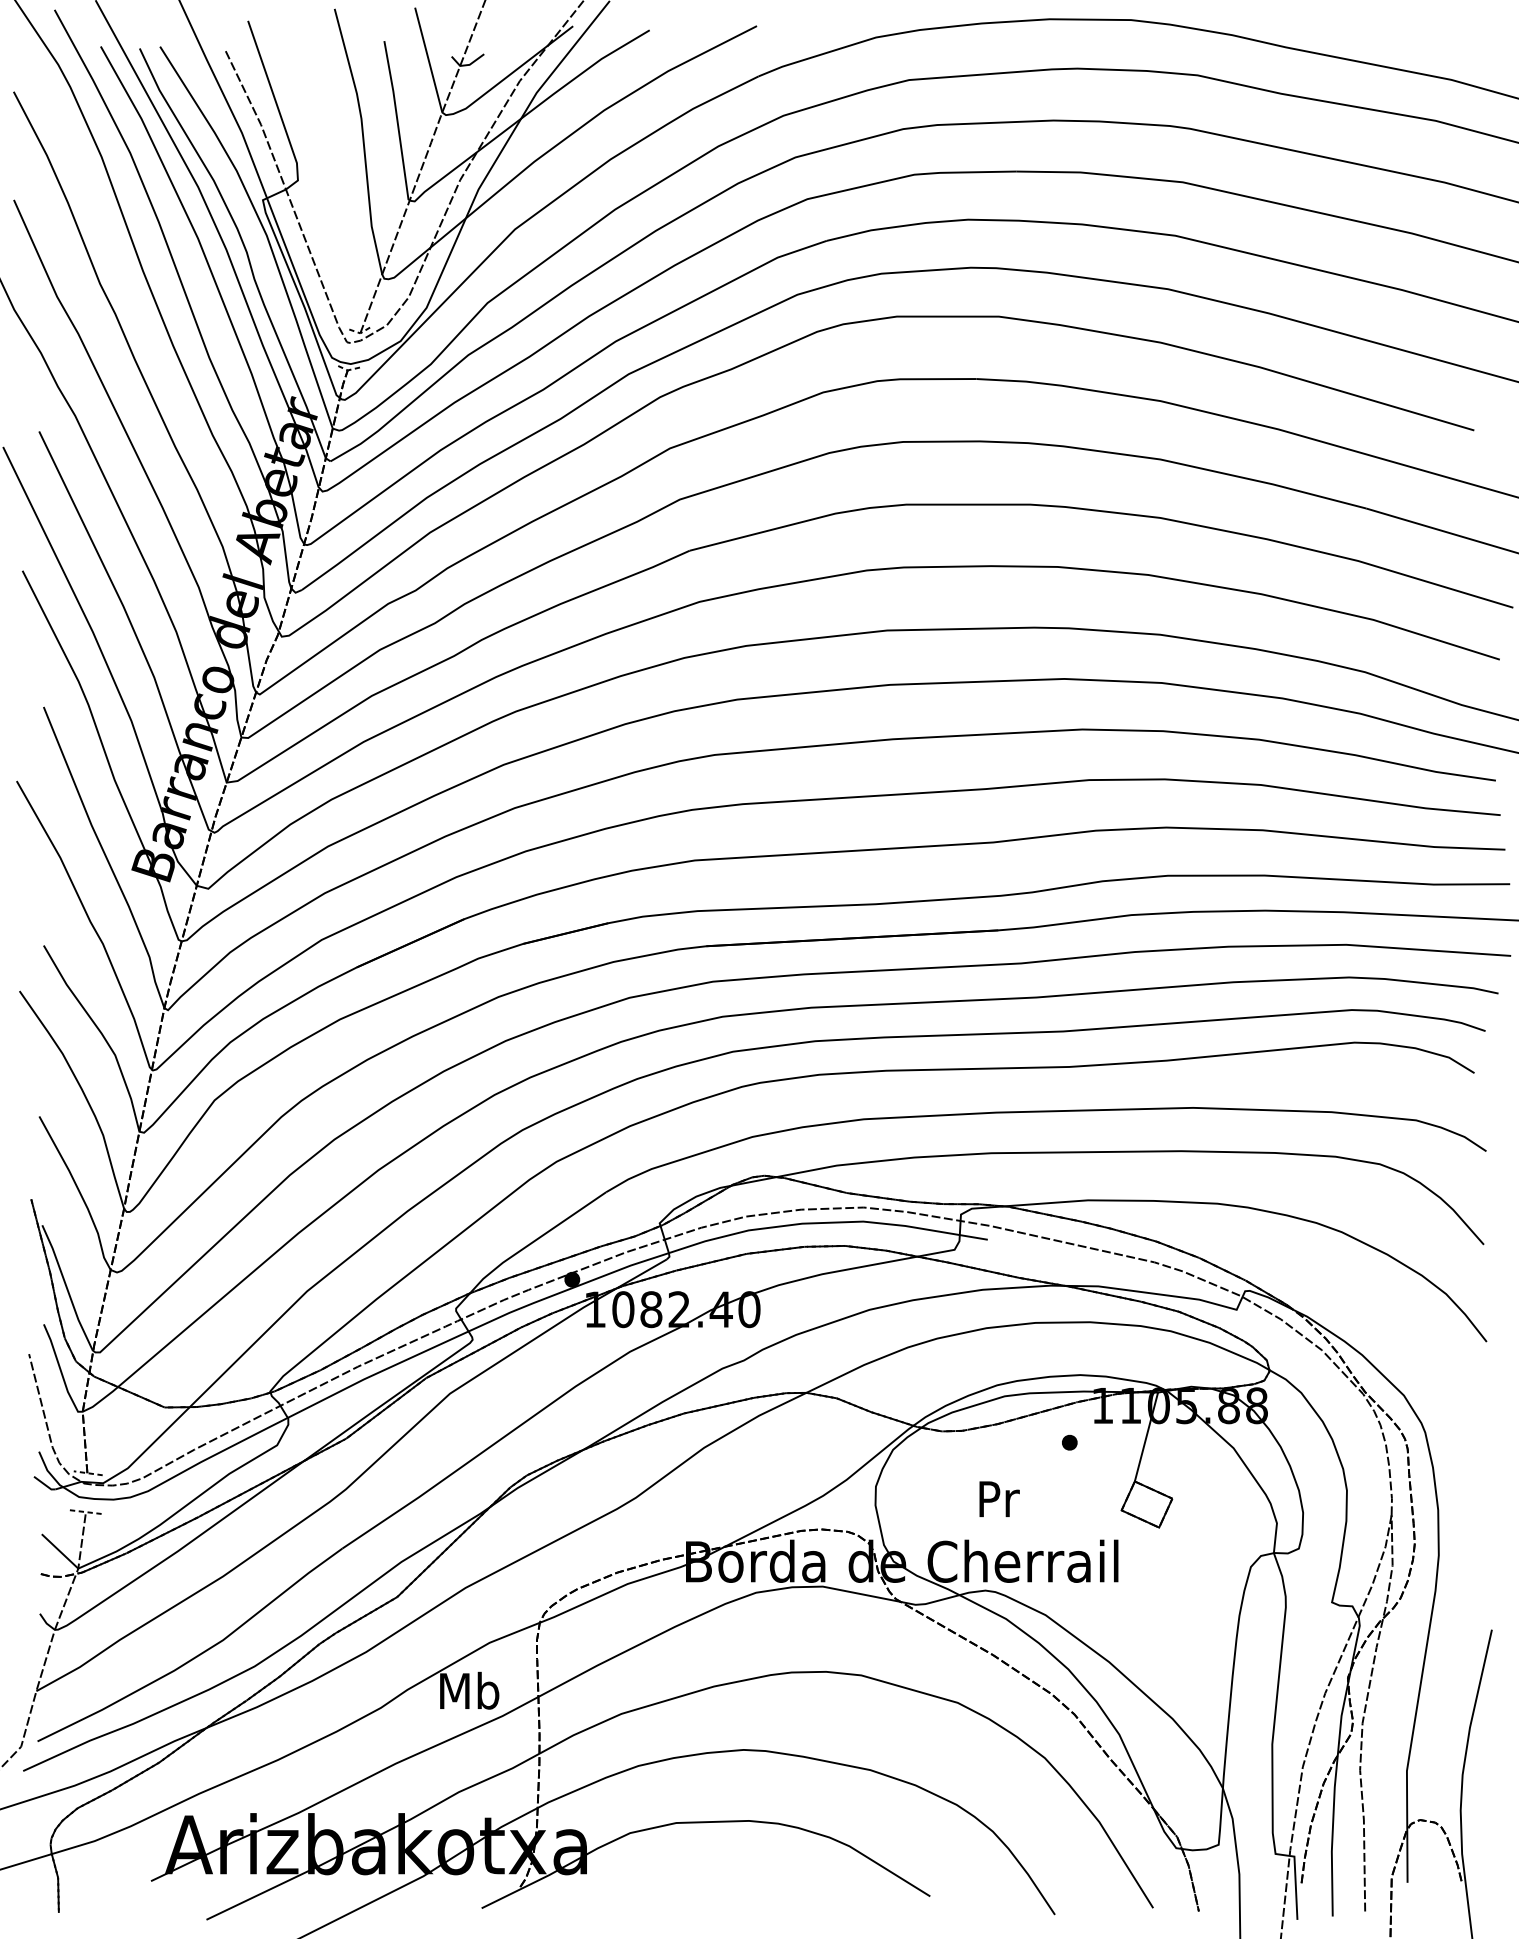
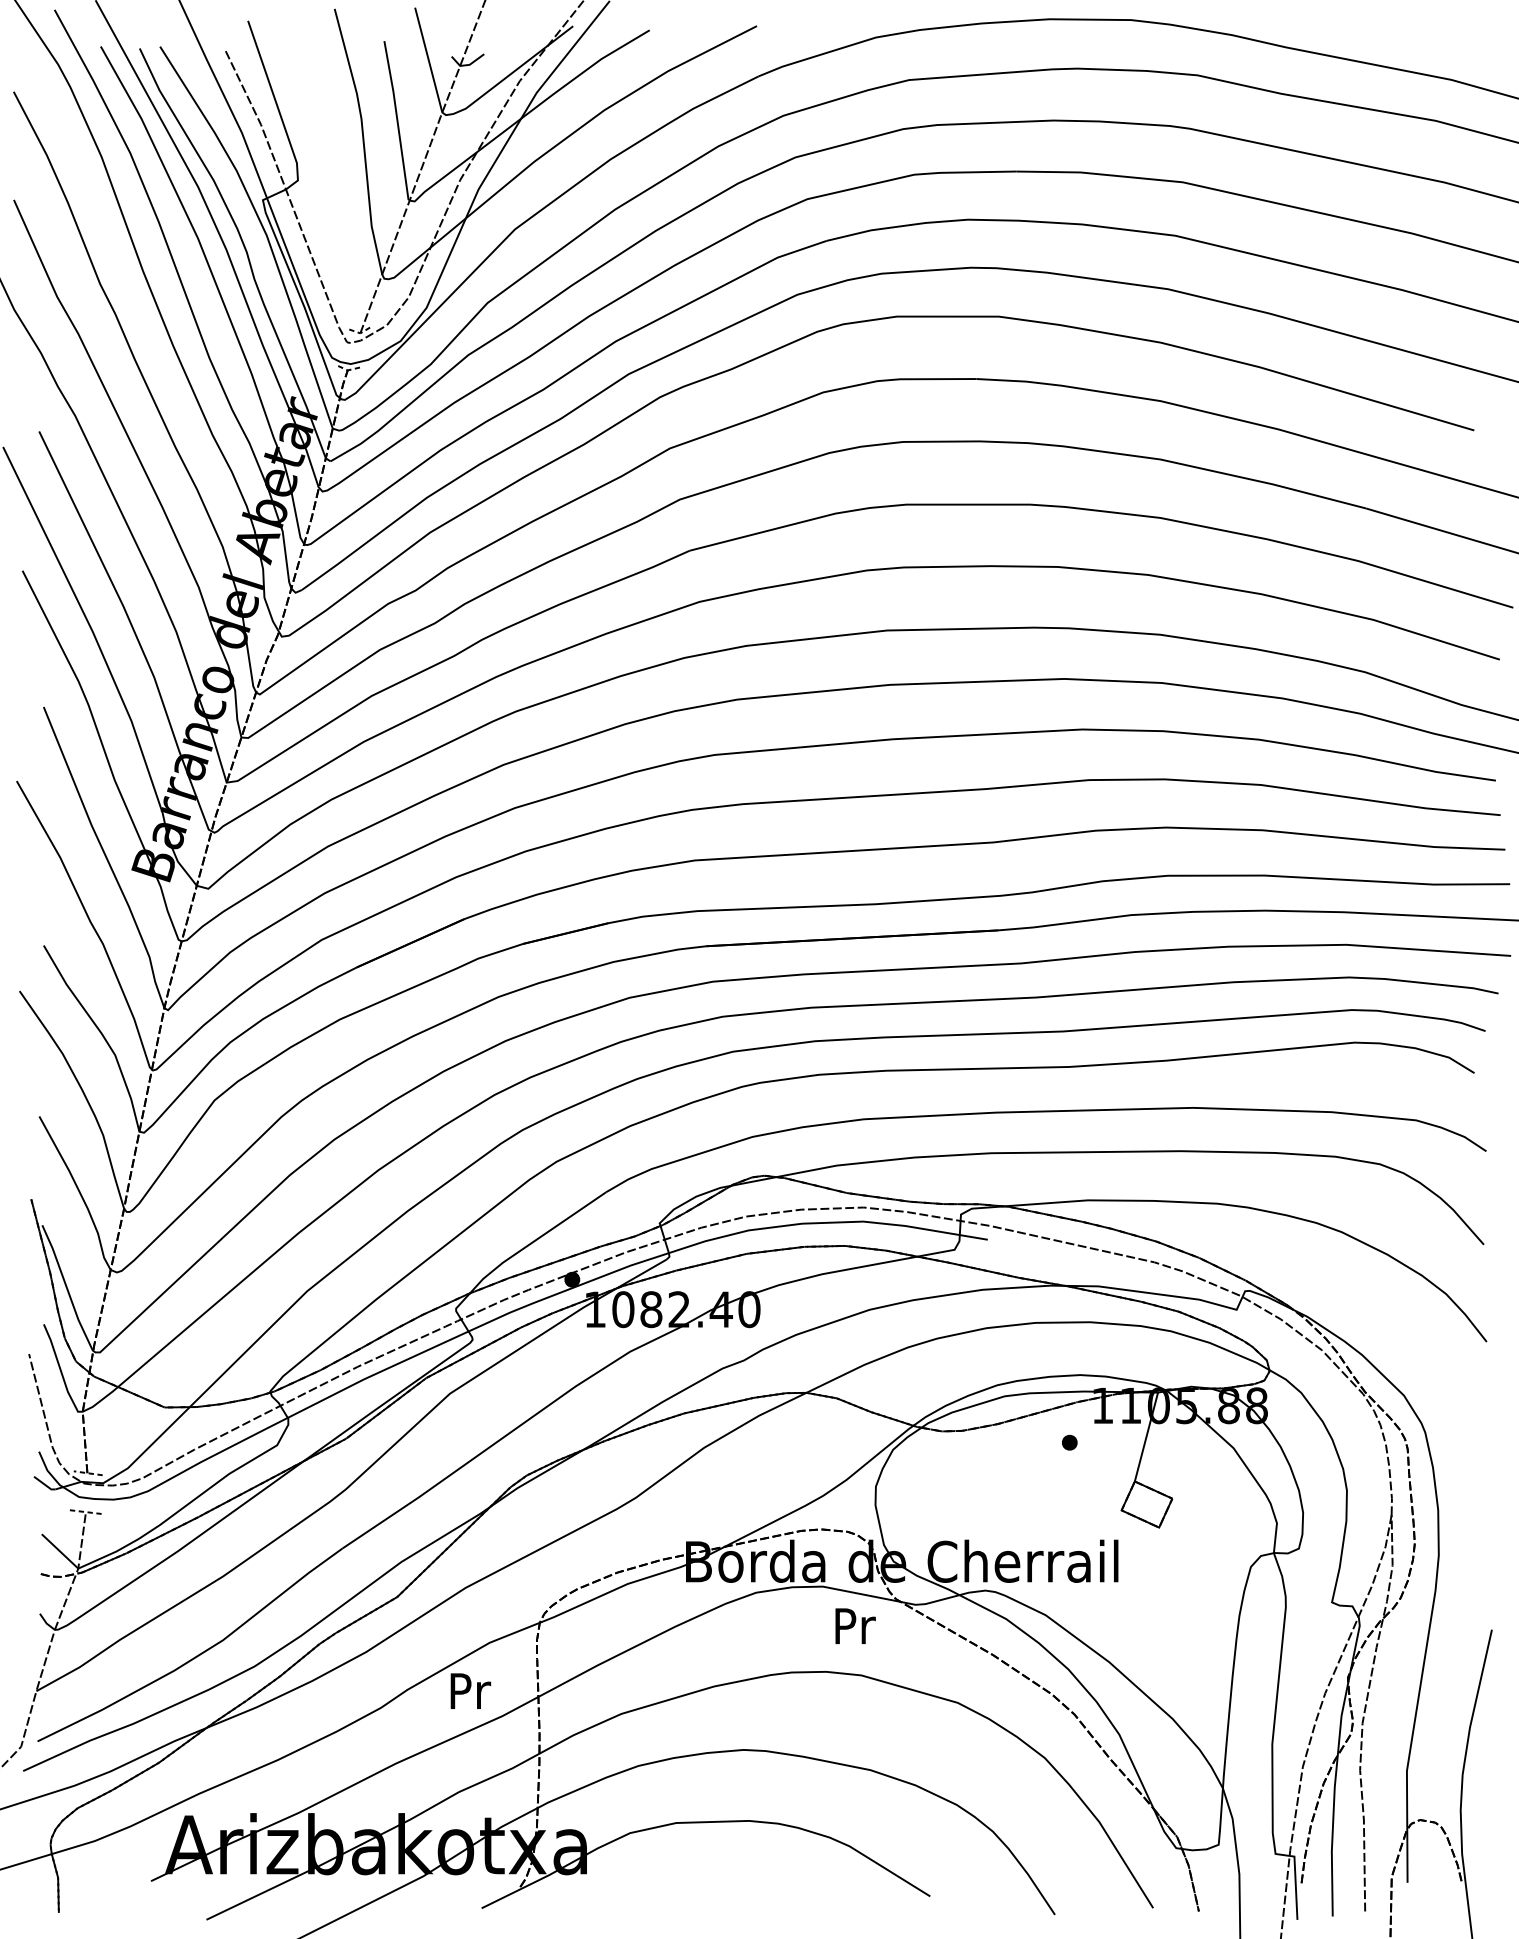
text at (999, 1498) position: (999, 1498) -> (855, 1625)
text at (469, 1690): Mb -> Pr
